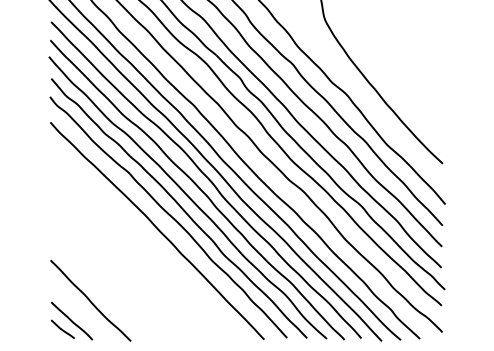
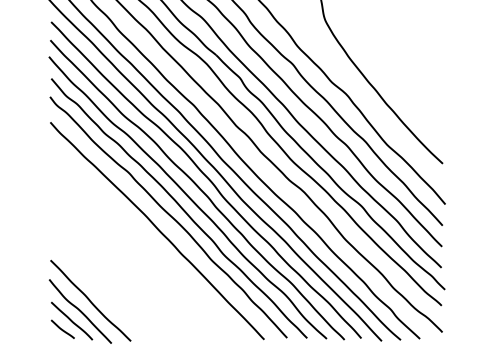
curve at (79, 311): none -> present
